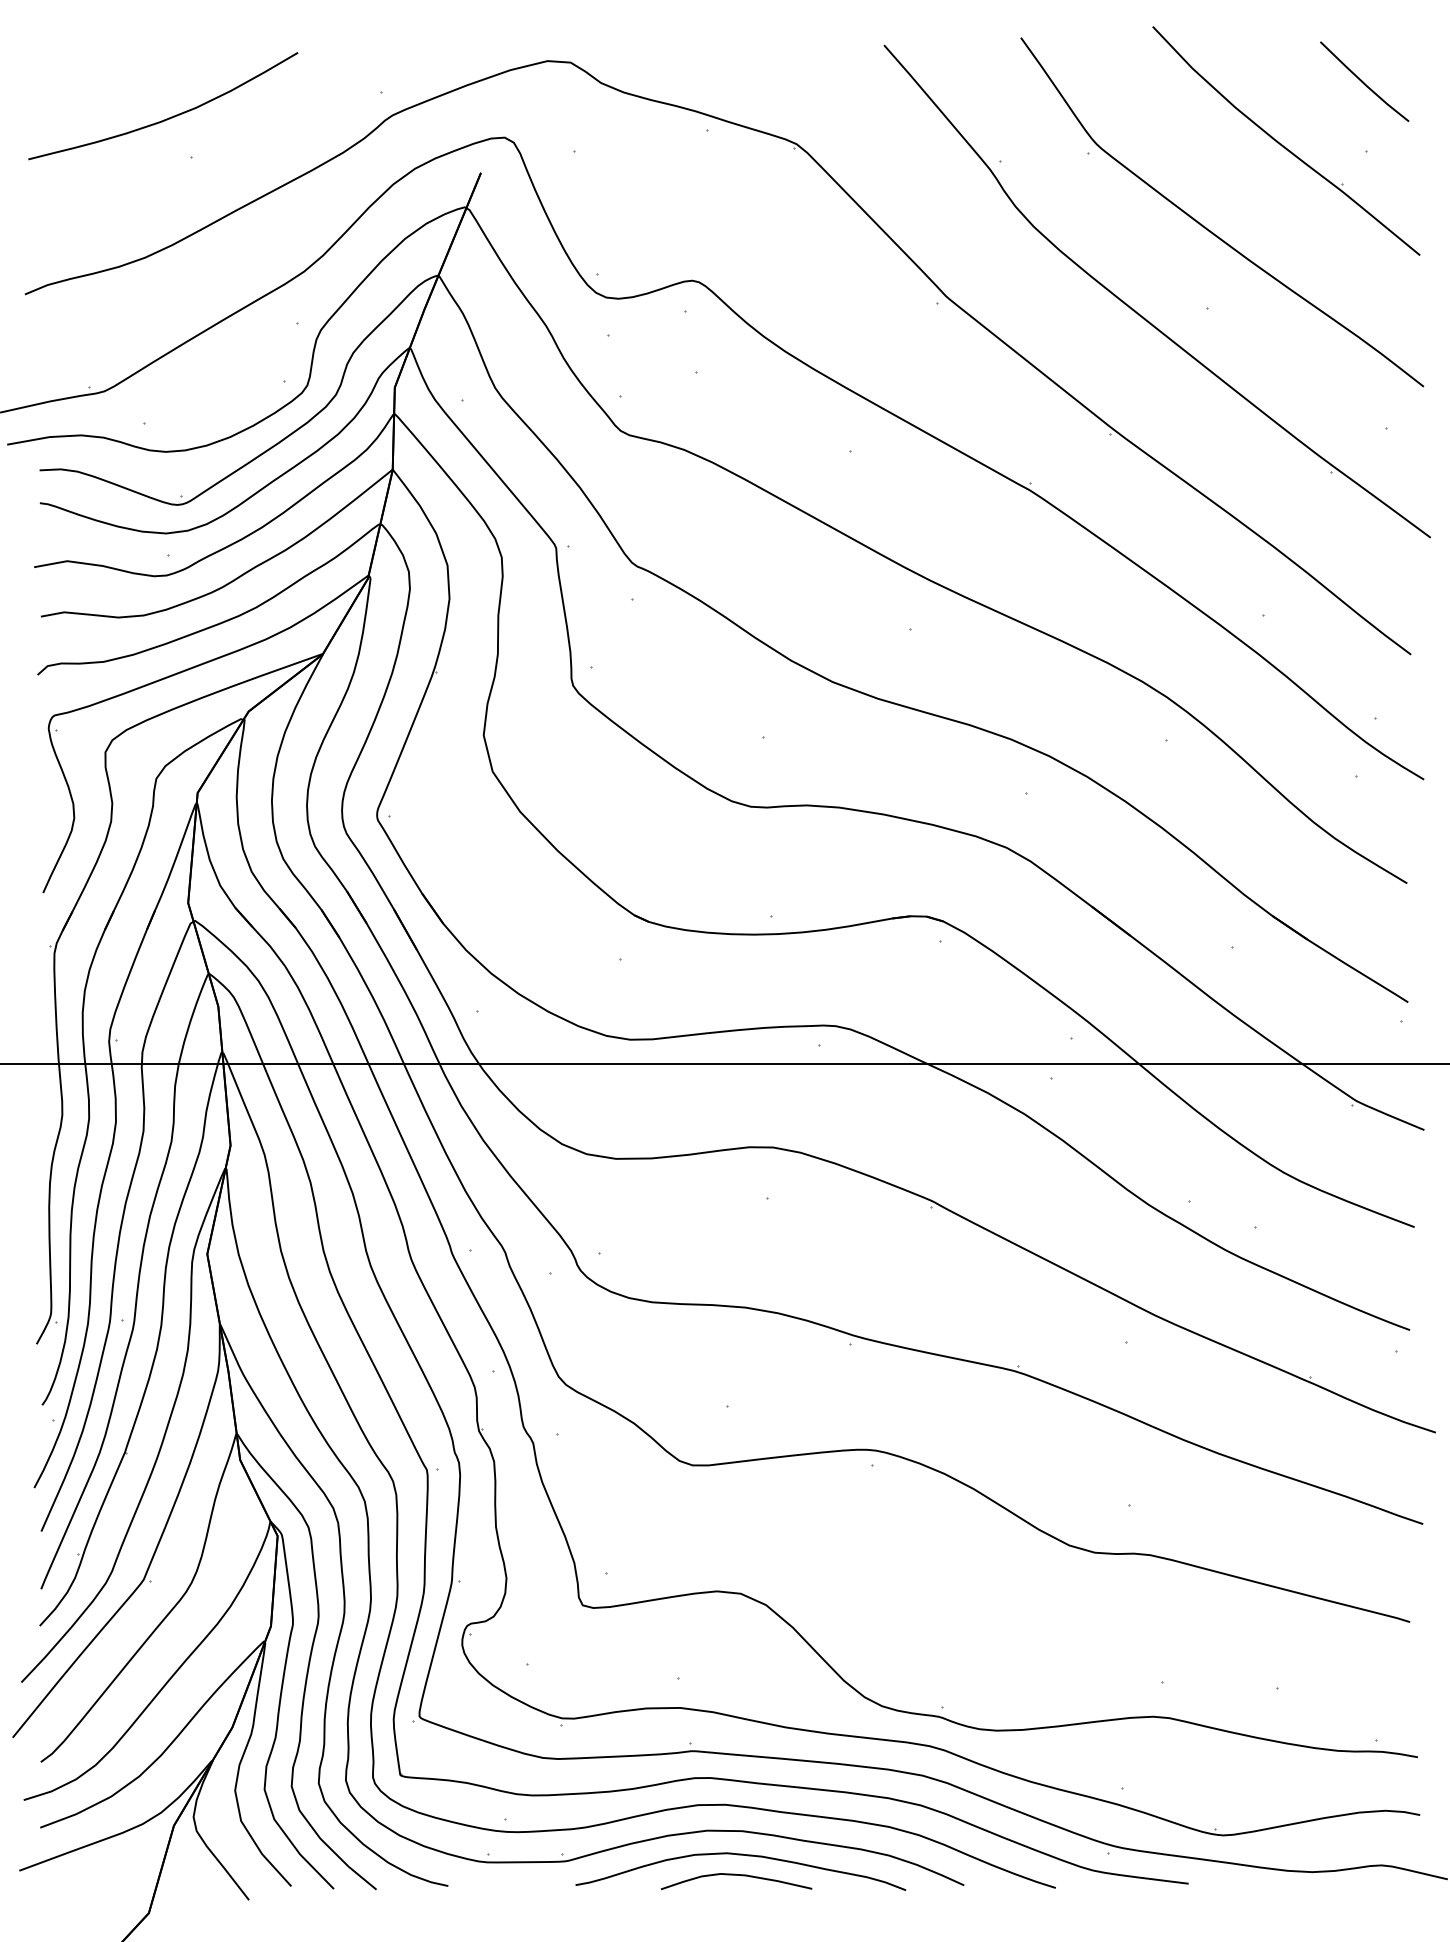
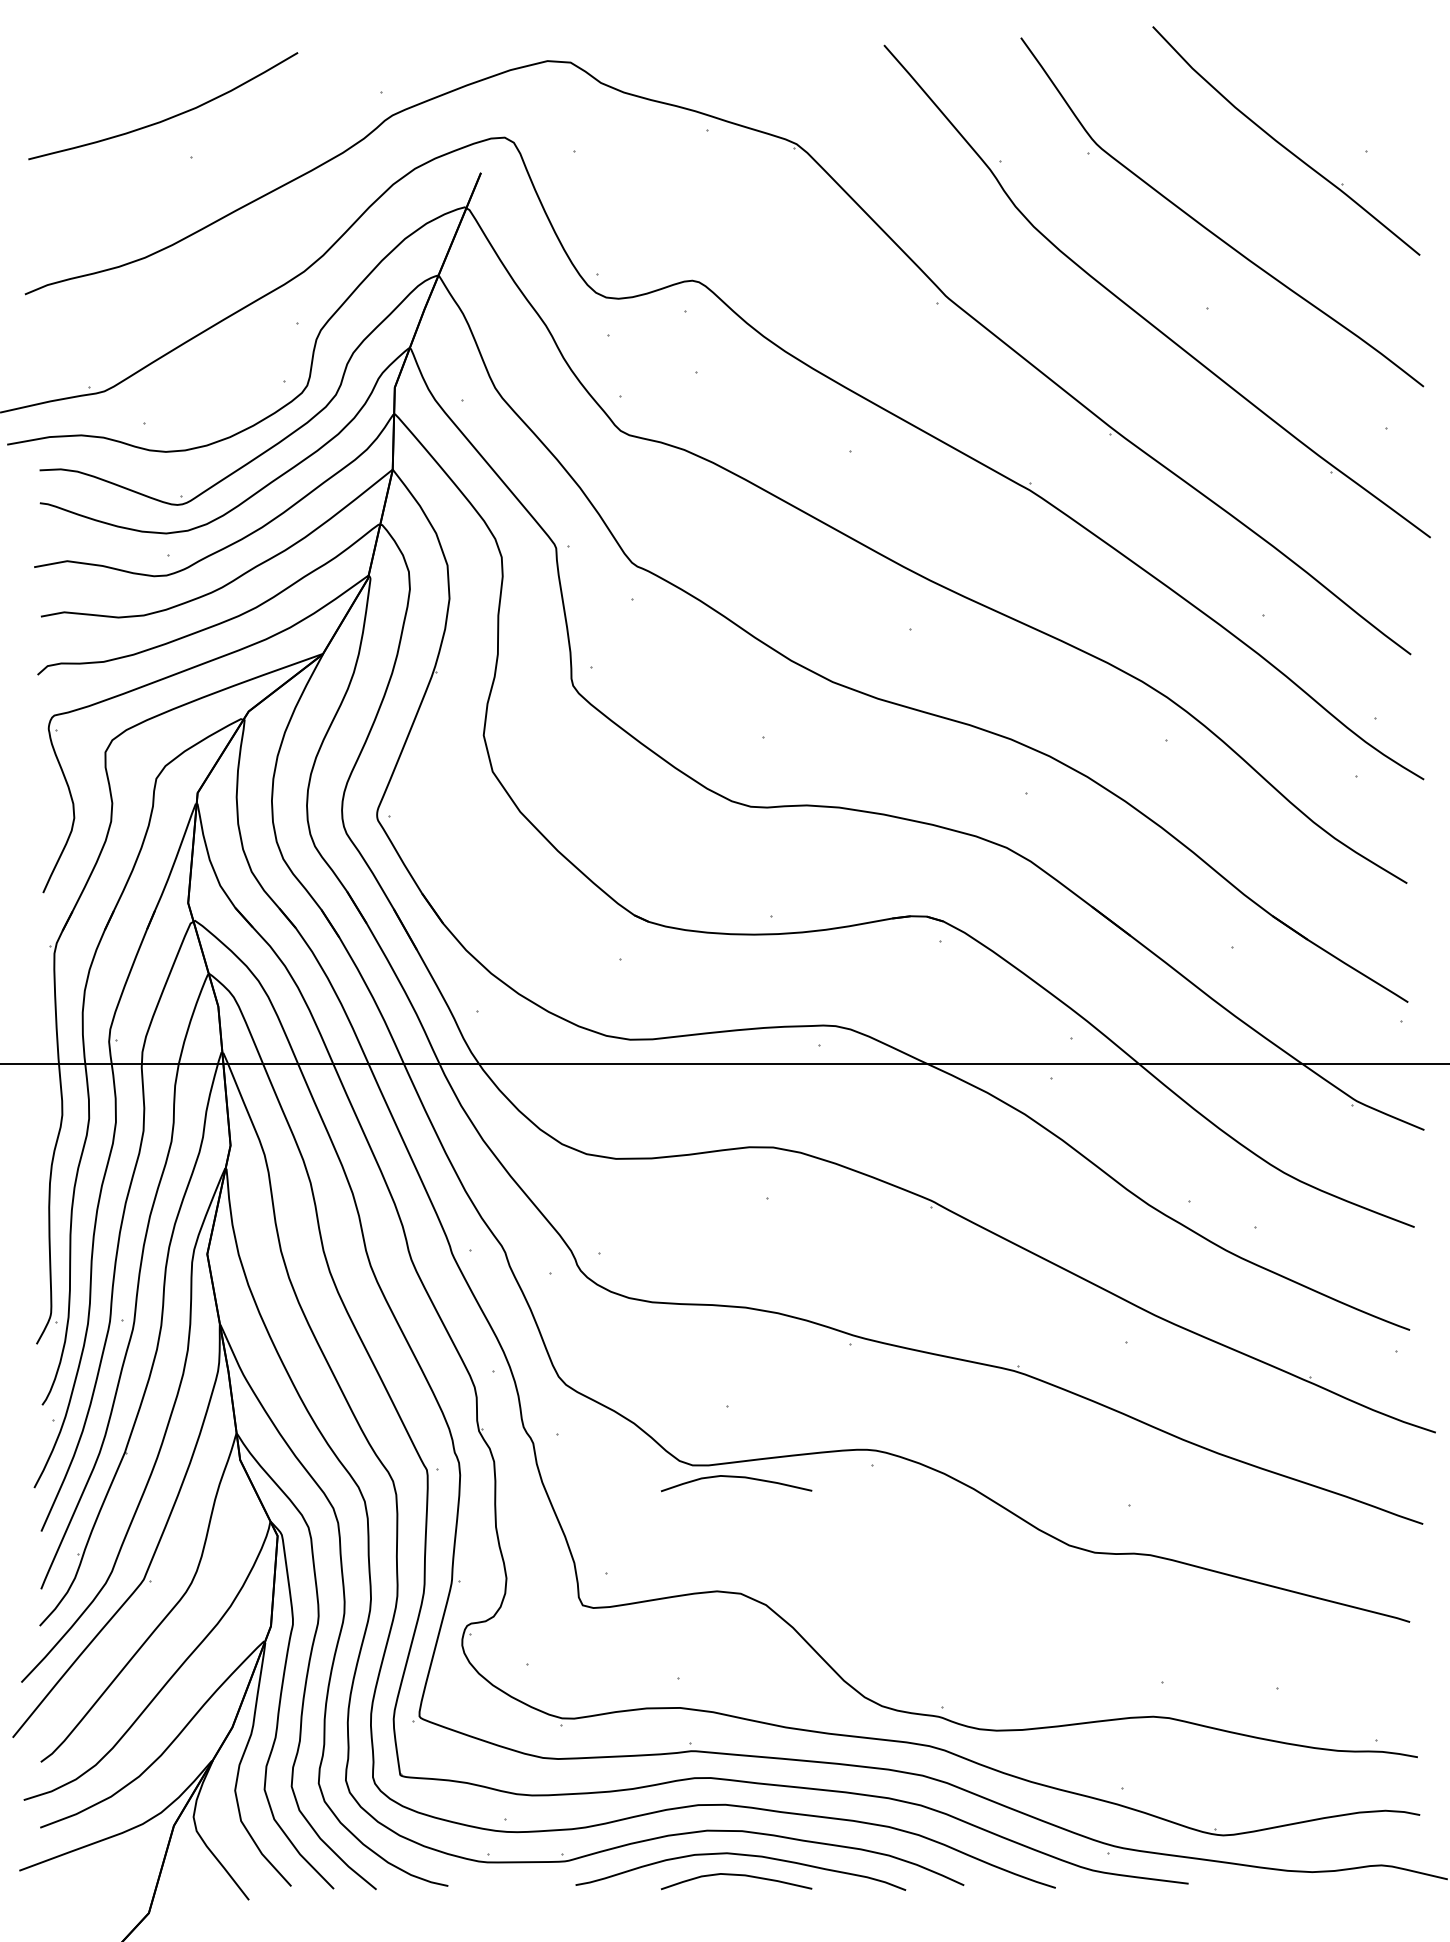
line at (1363, 81): present -> none
curve at (736, 1477): none -> present
